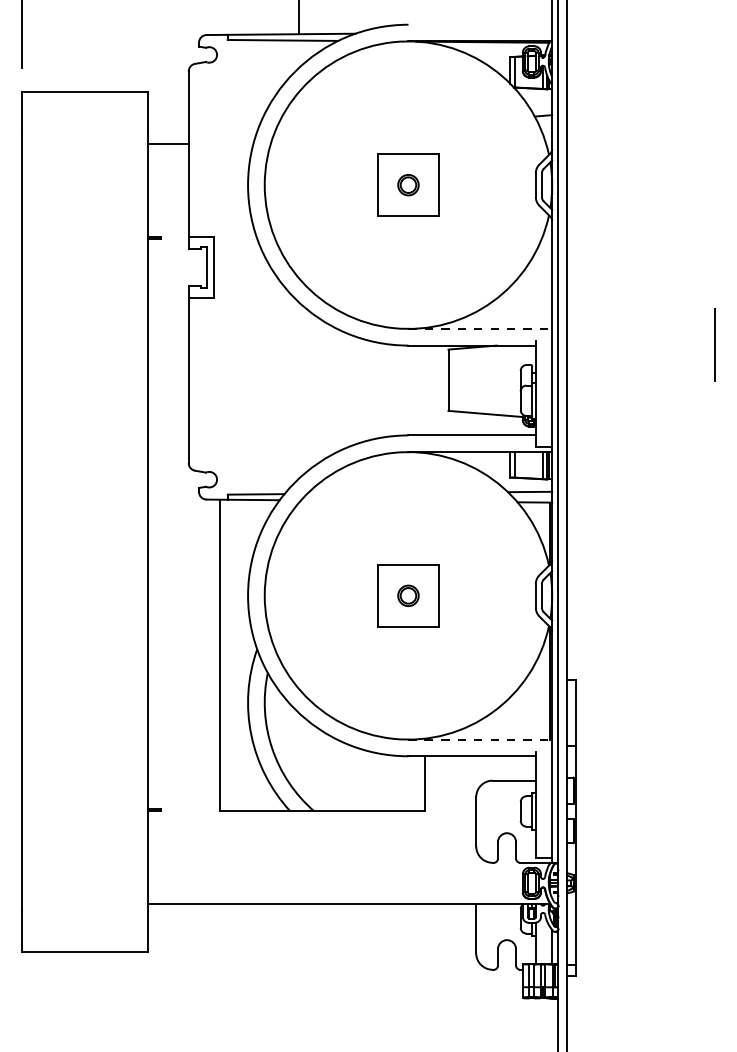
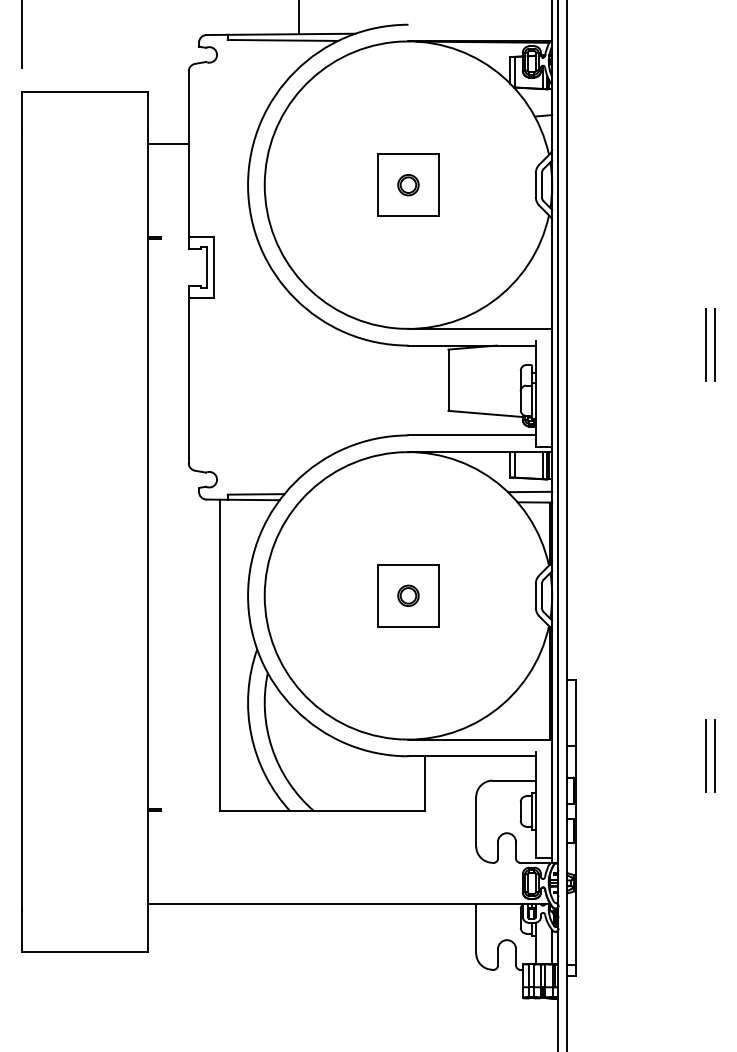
line at (480, 328): dashed -> solid
line at (706, 345): none -> present
line at (480, 739): dashed -> solid
line at (706, 755): none -> present
line at (714, 755): none -> present
